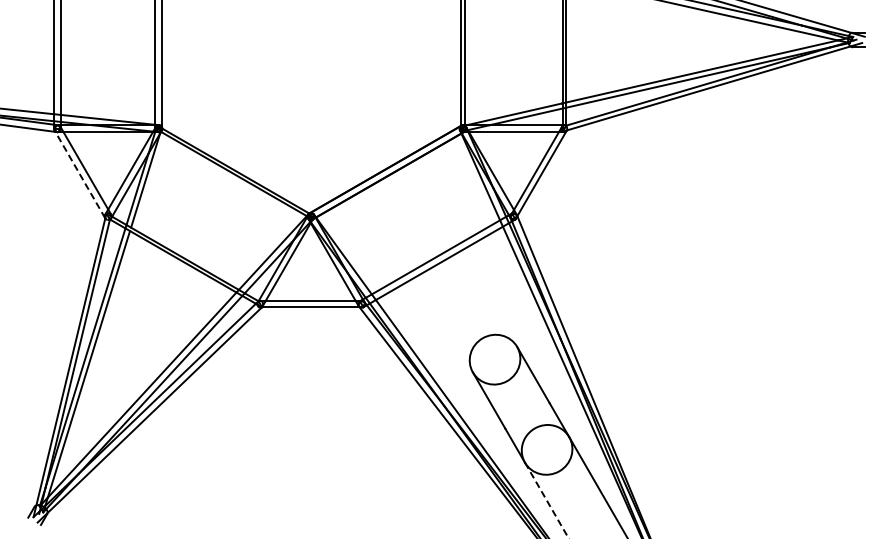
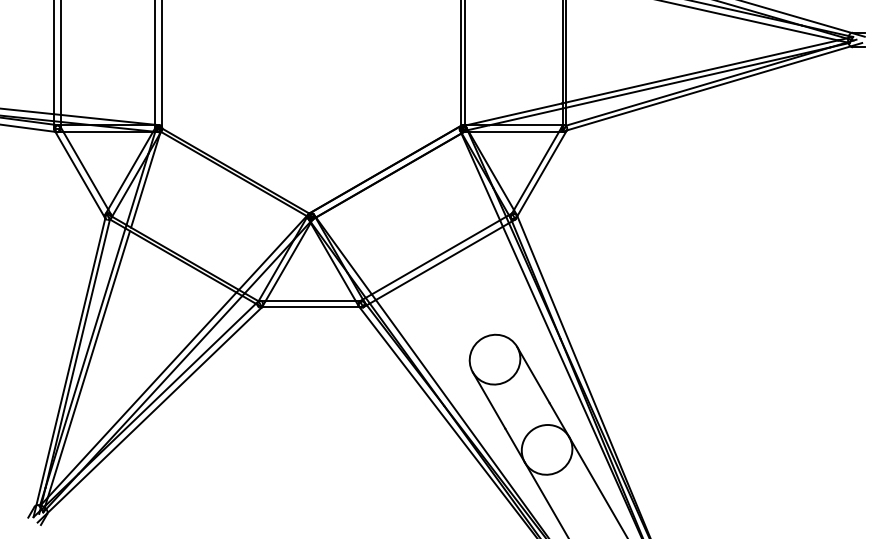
line at (80, 175): dashed -> solid
line at (546, 500): dashed -> solid
